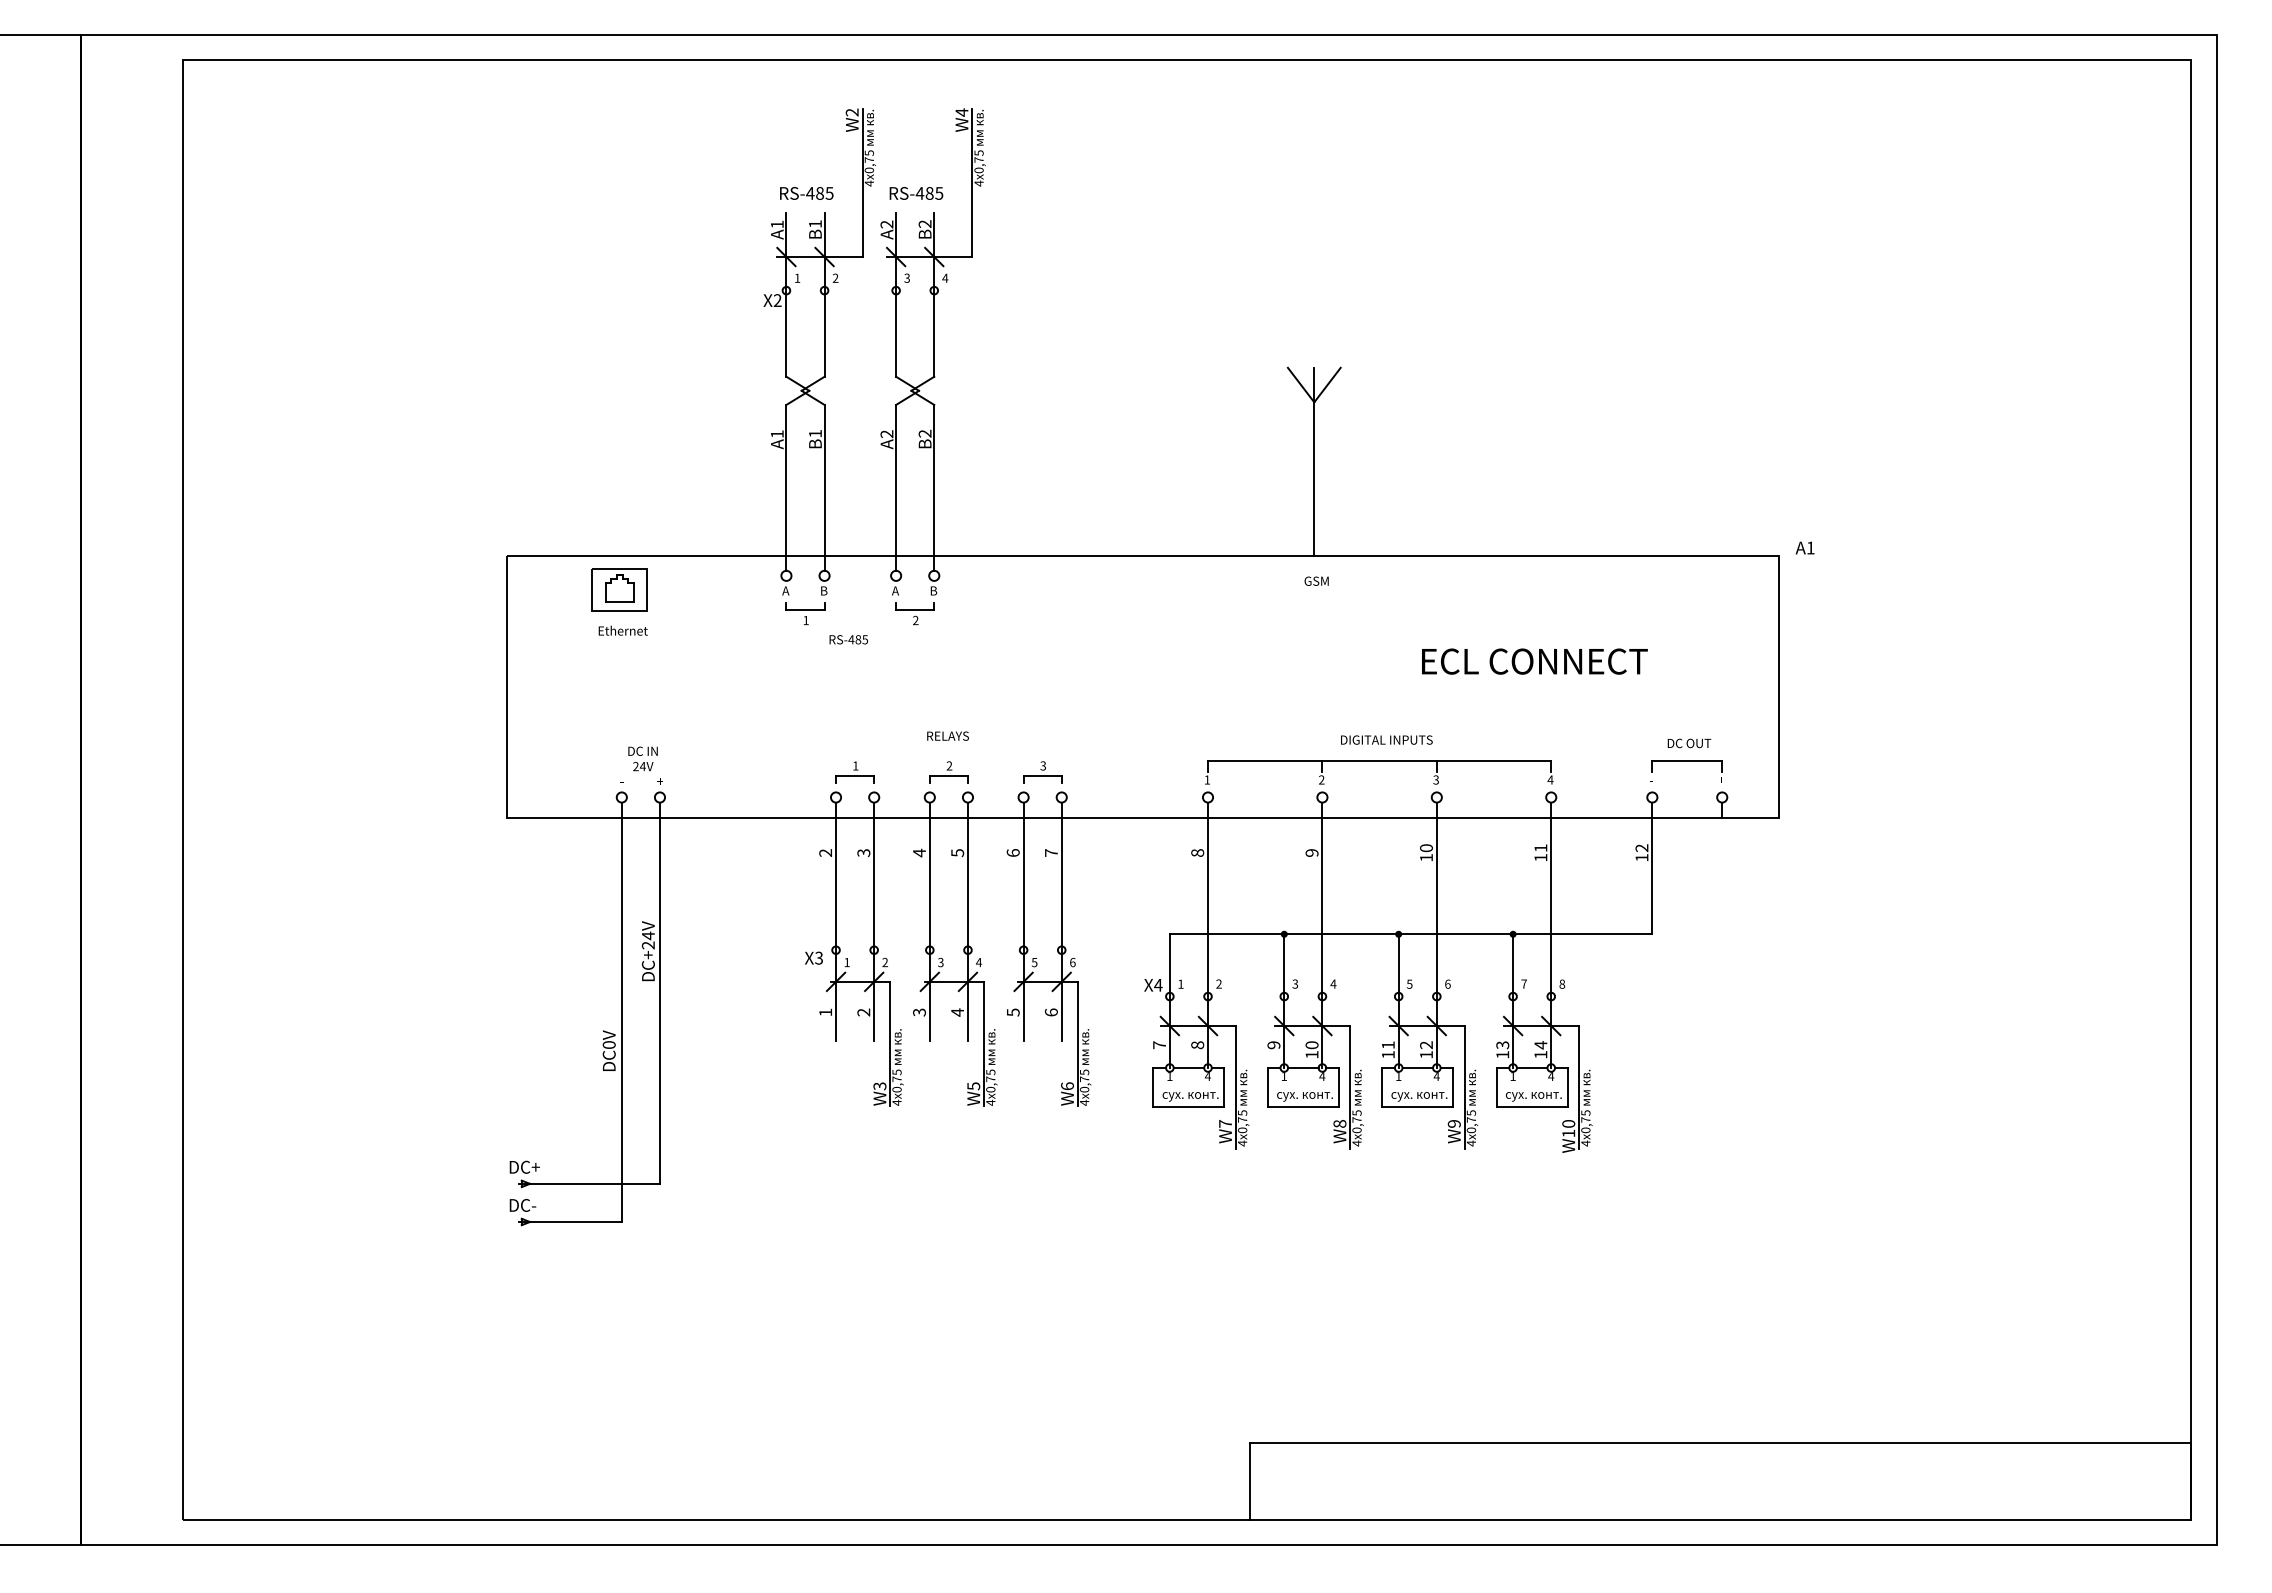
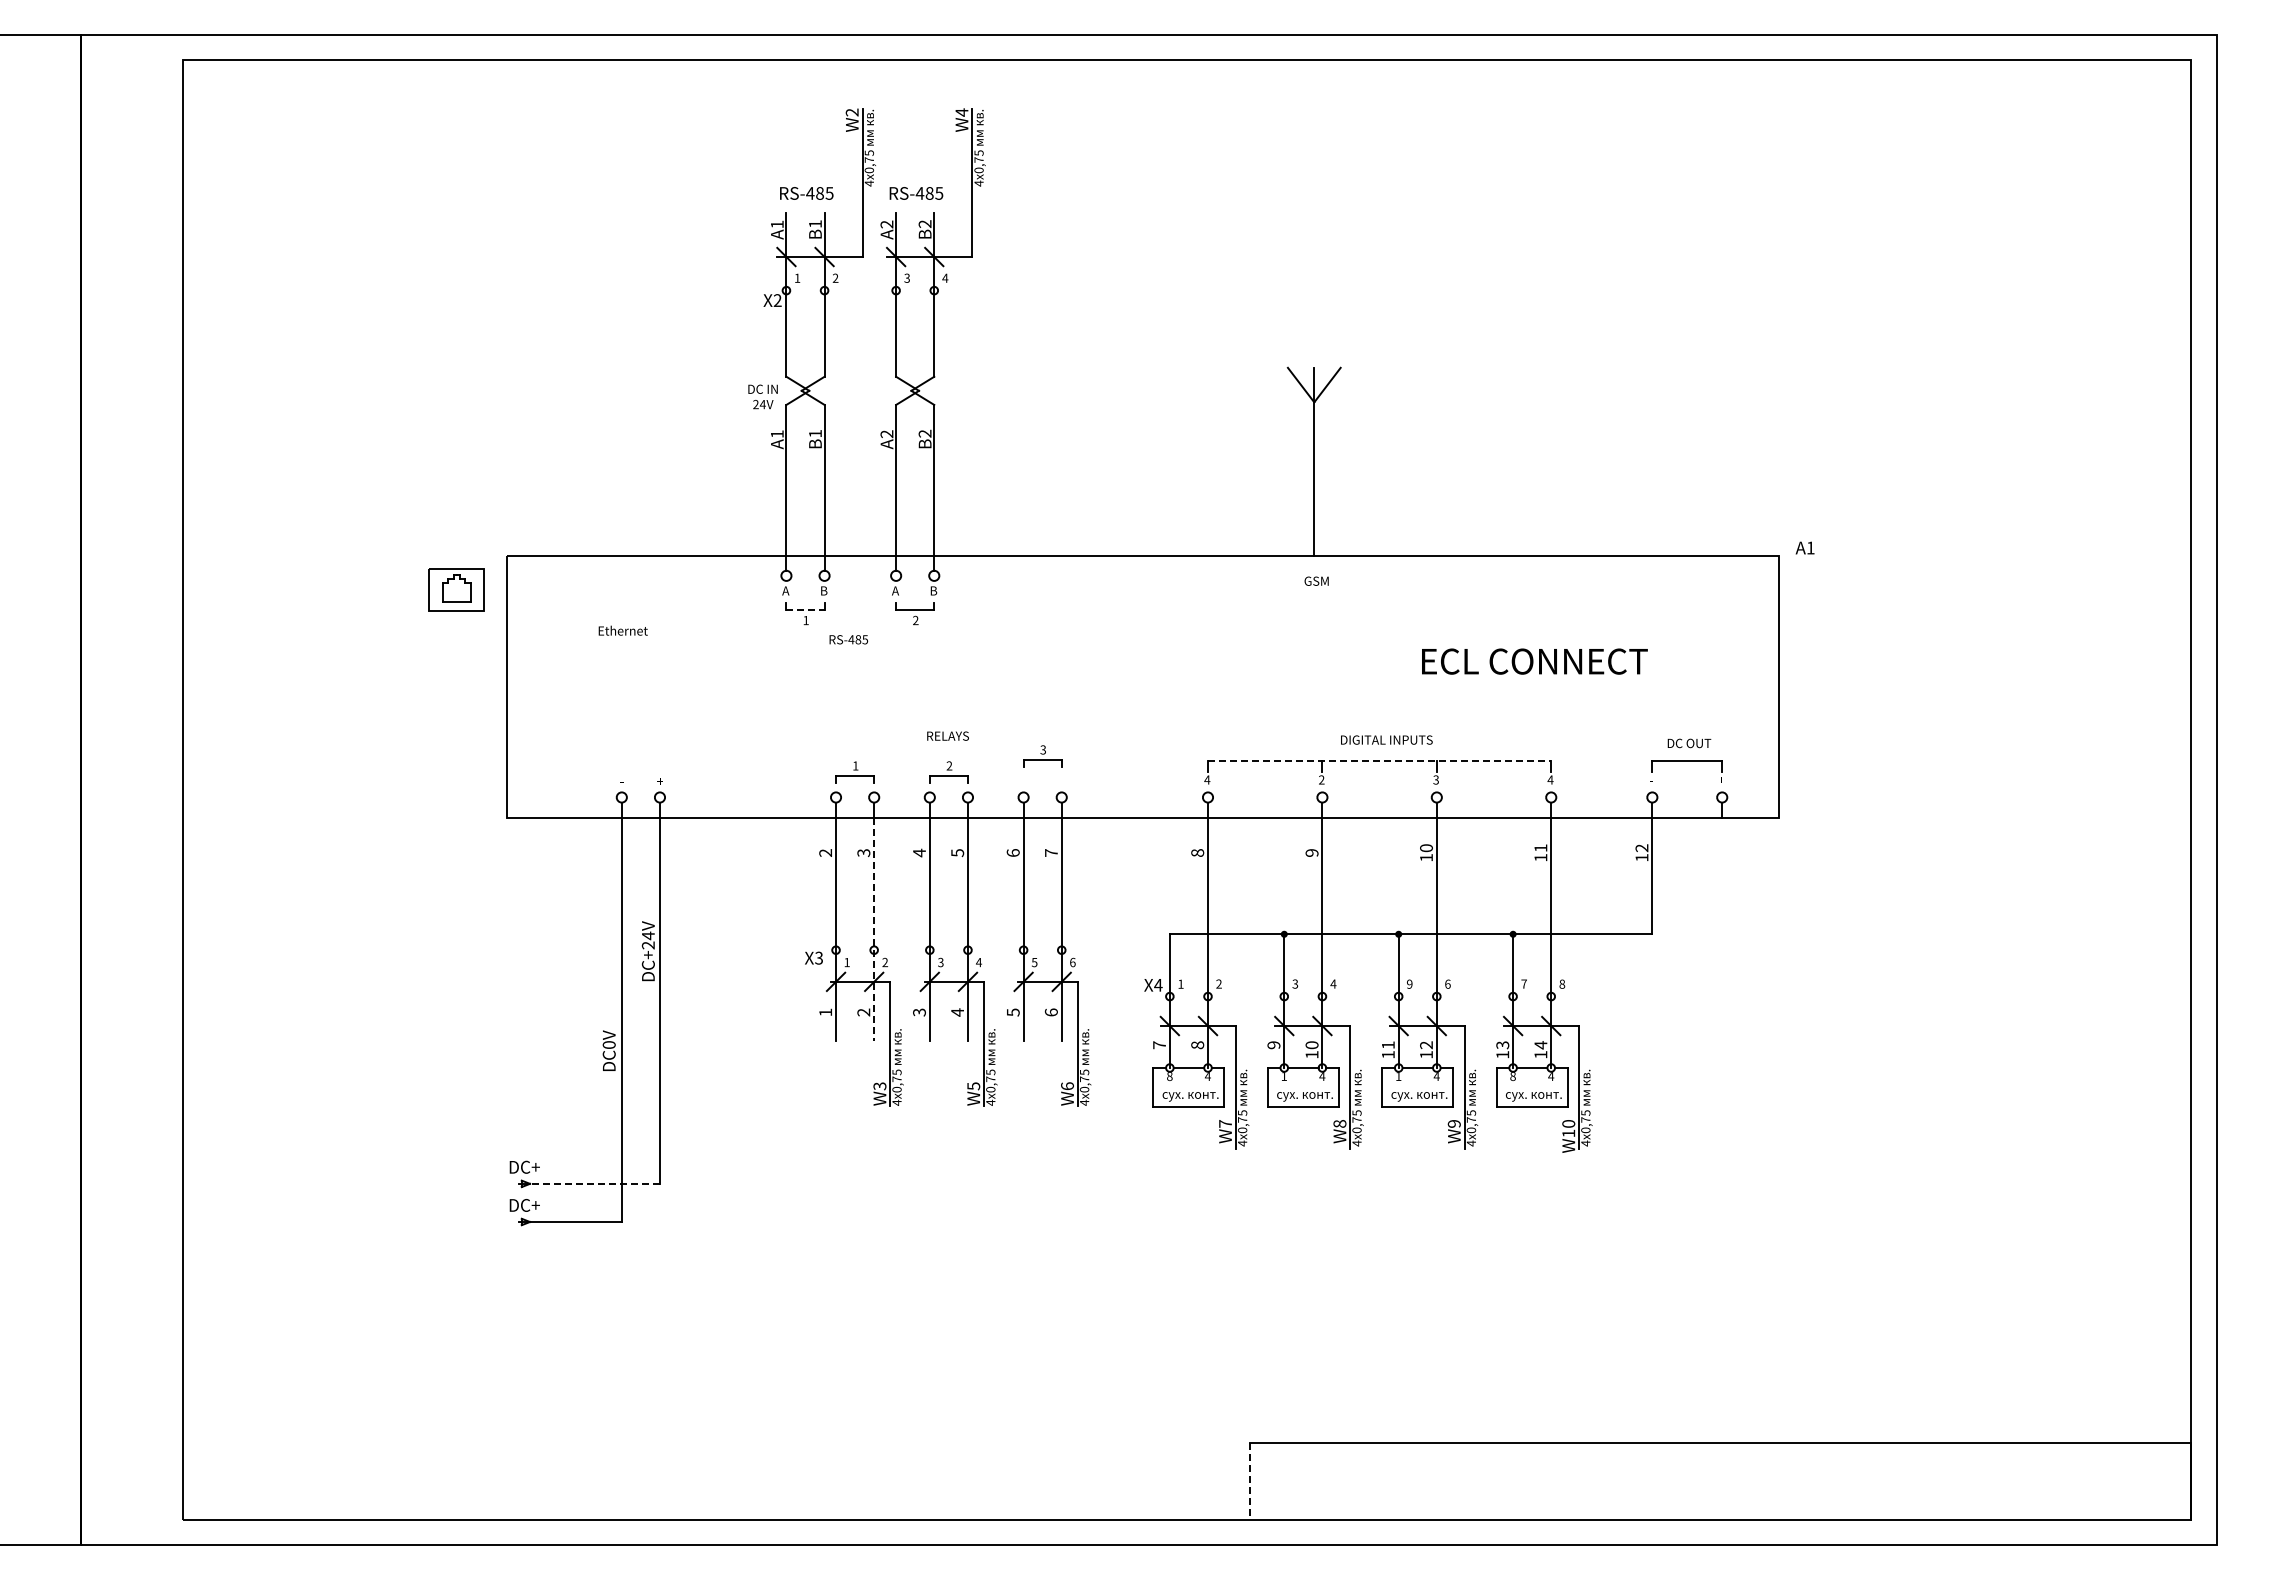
part at (619, 589) position: (619, 589) -> (456, 589)
line at (806, 610): solid -> dashed
text at (642, 758) position: (642, 758) -> (762, 396)
line at (1379, 761): solid -> dashed
part at (1042, 772) position: (1042, 772) -> (1042, 756)
text at (1207, 779): 1 -> 4
line at (874, 929): solid -> dashed
text at (1409, 983): 5 -> 9
text at (1169, 1076): 1 -> 8
text at (1512, 1076): 1 -> 8
line at (594, 1183): solid -> dashed
text at (535, 1205): DC- -> DC+
line at (1250, 1482): solid -> dashed
